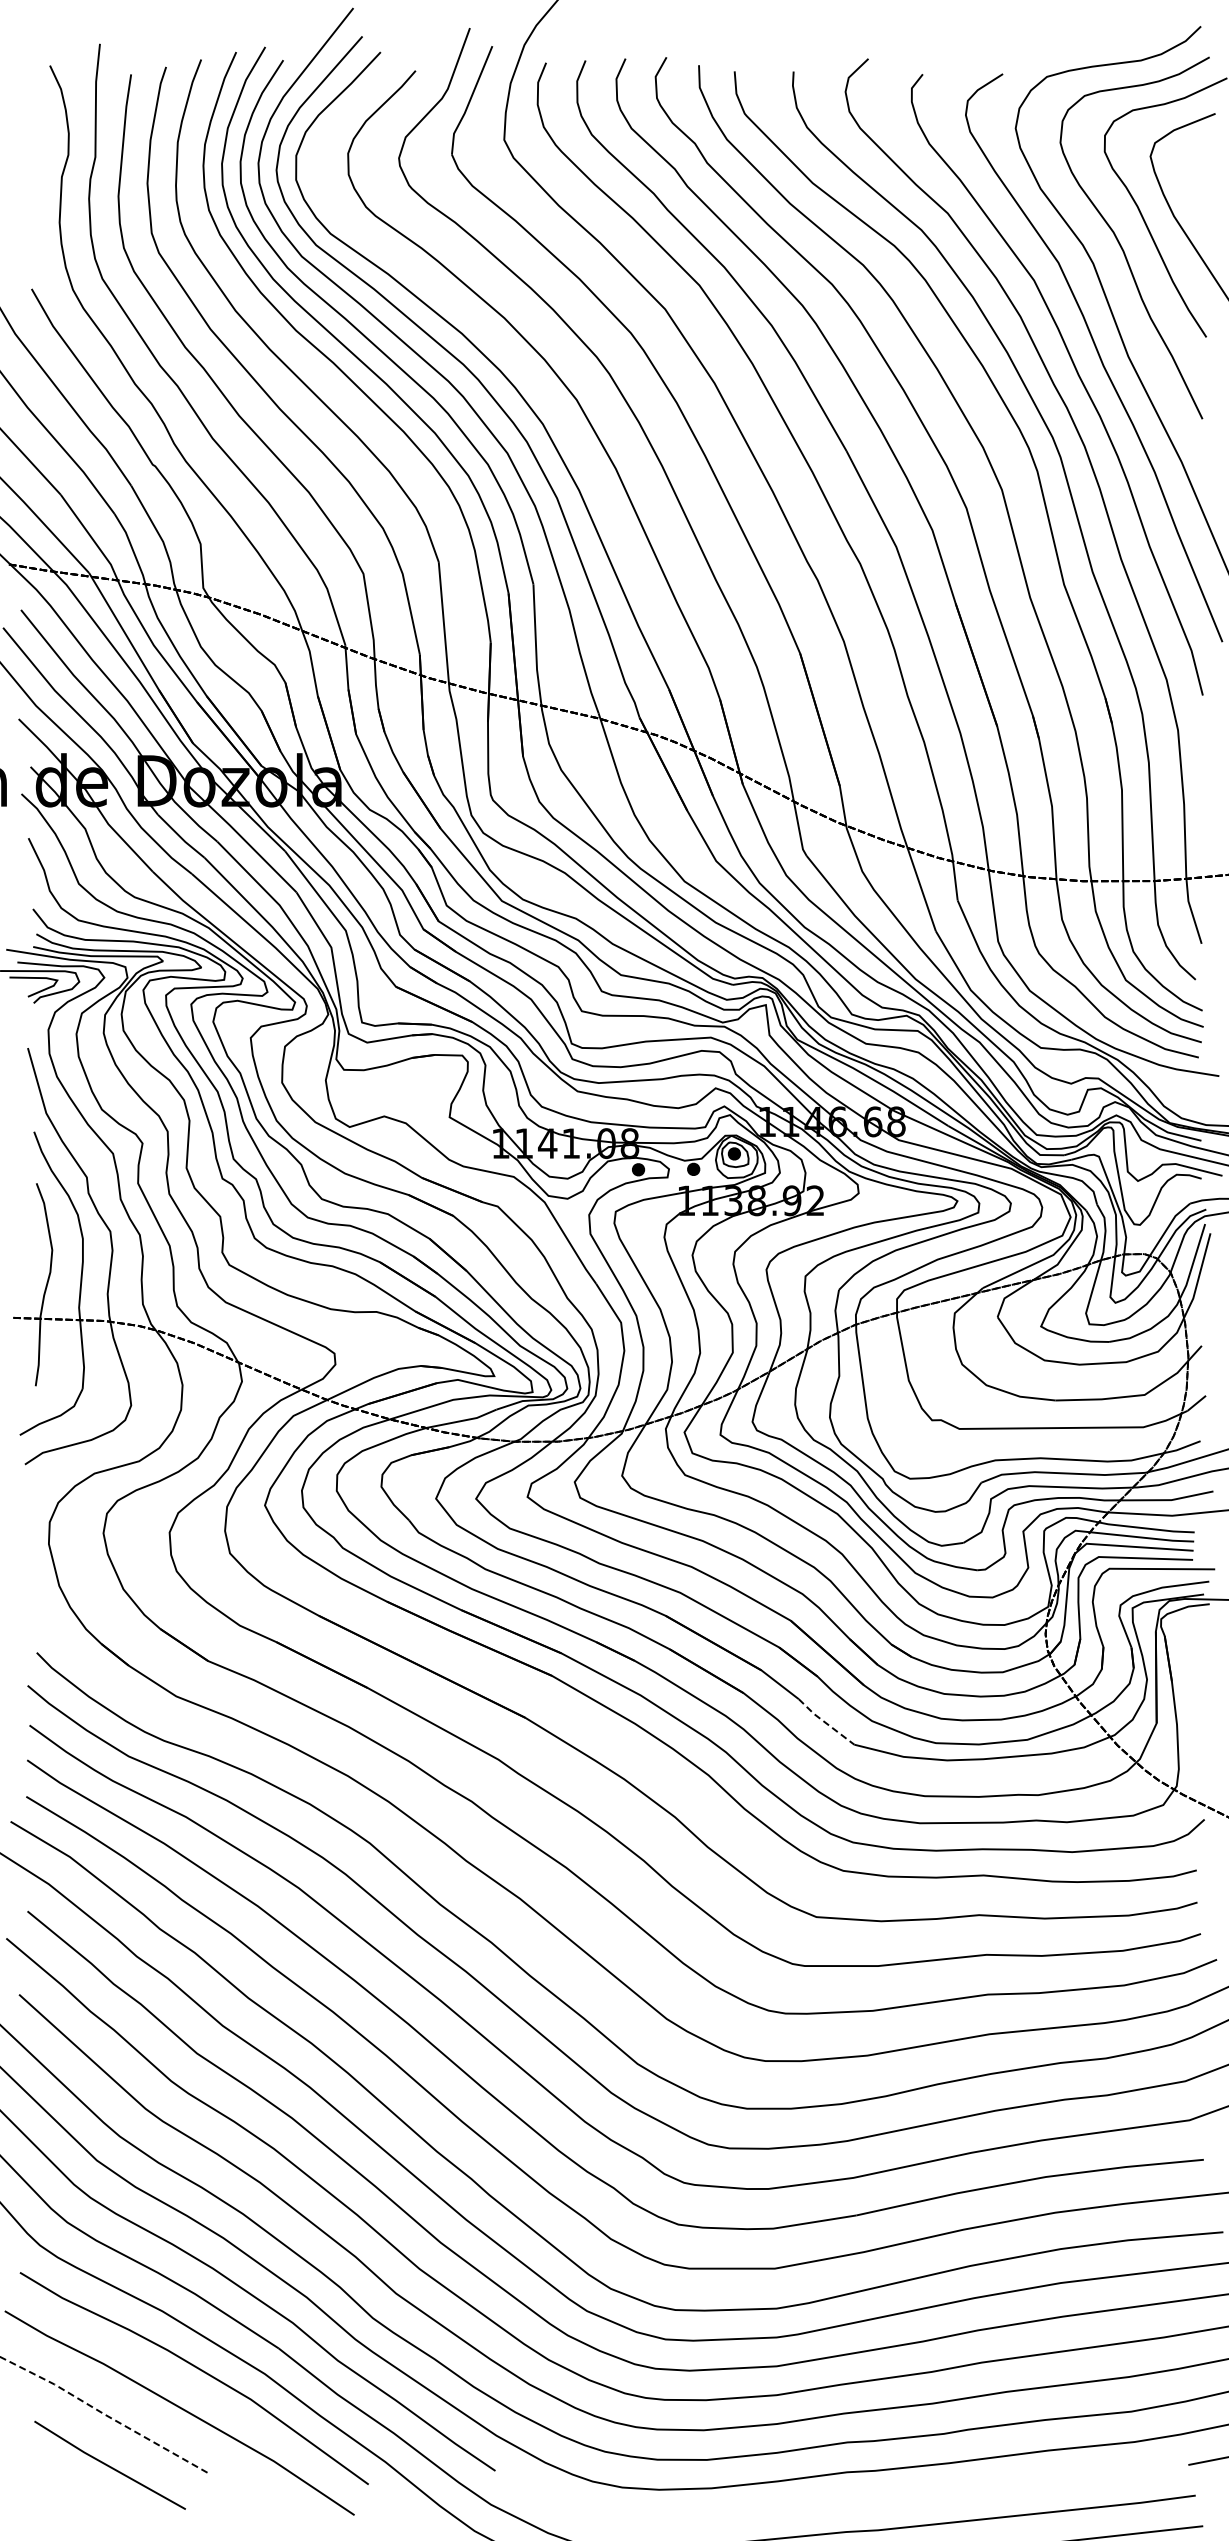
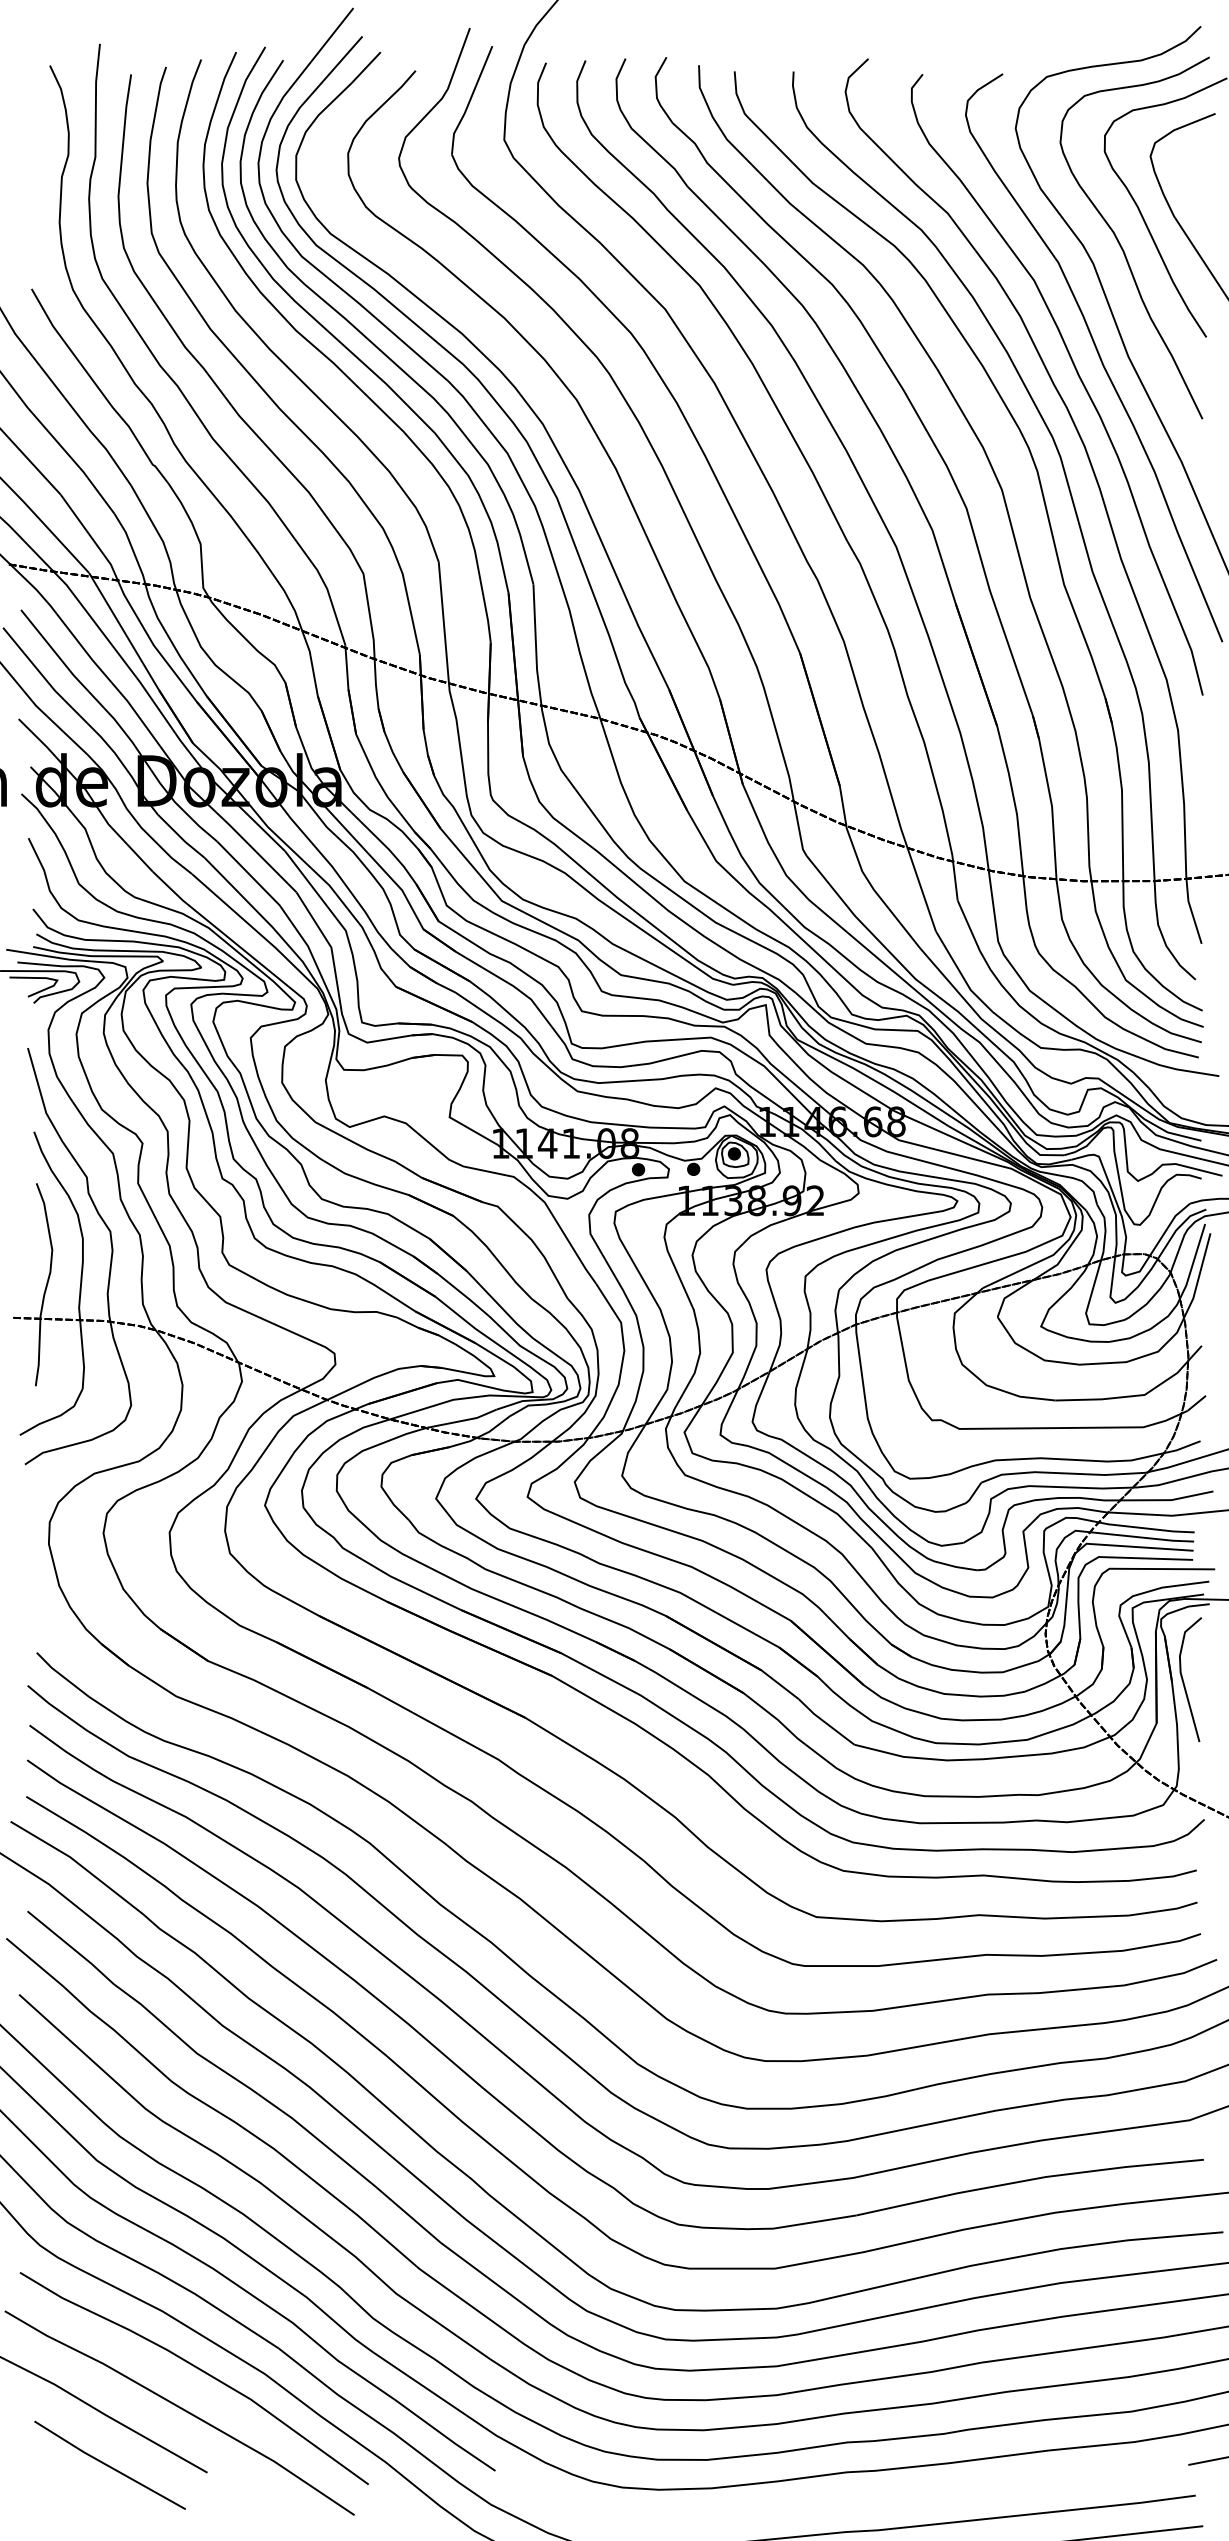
line at (1184, 1682): none -> present
line at (825, 1722): dashed -> solid
line at (103, 2413): dashed -> solid
